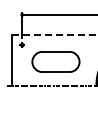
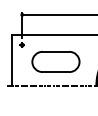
line at (55, 35): dashed -> solid
